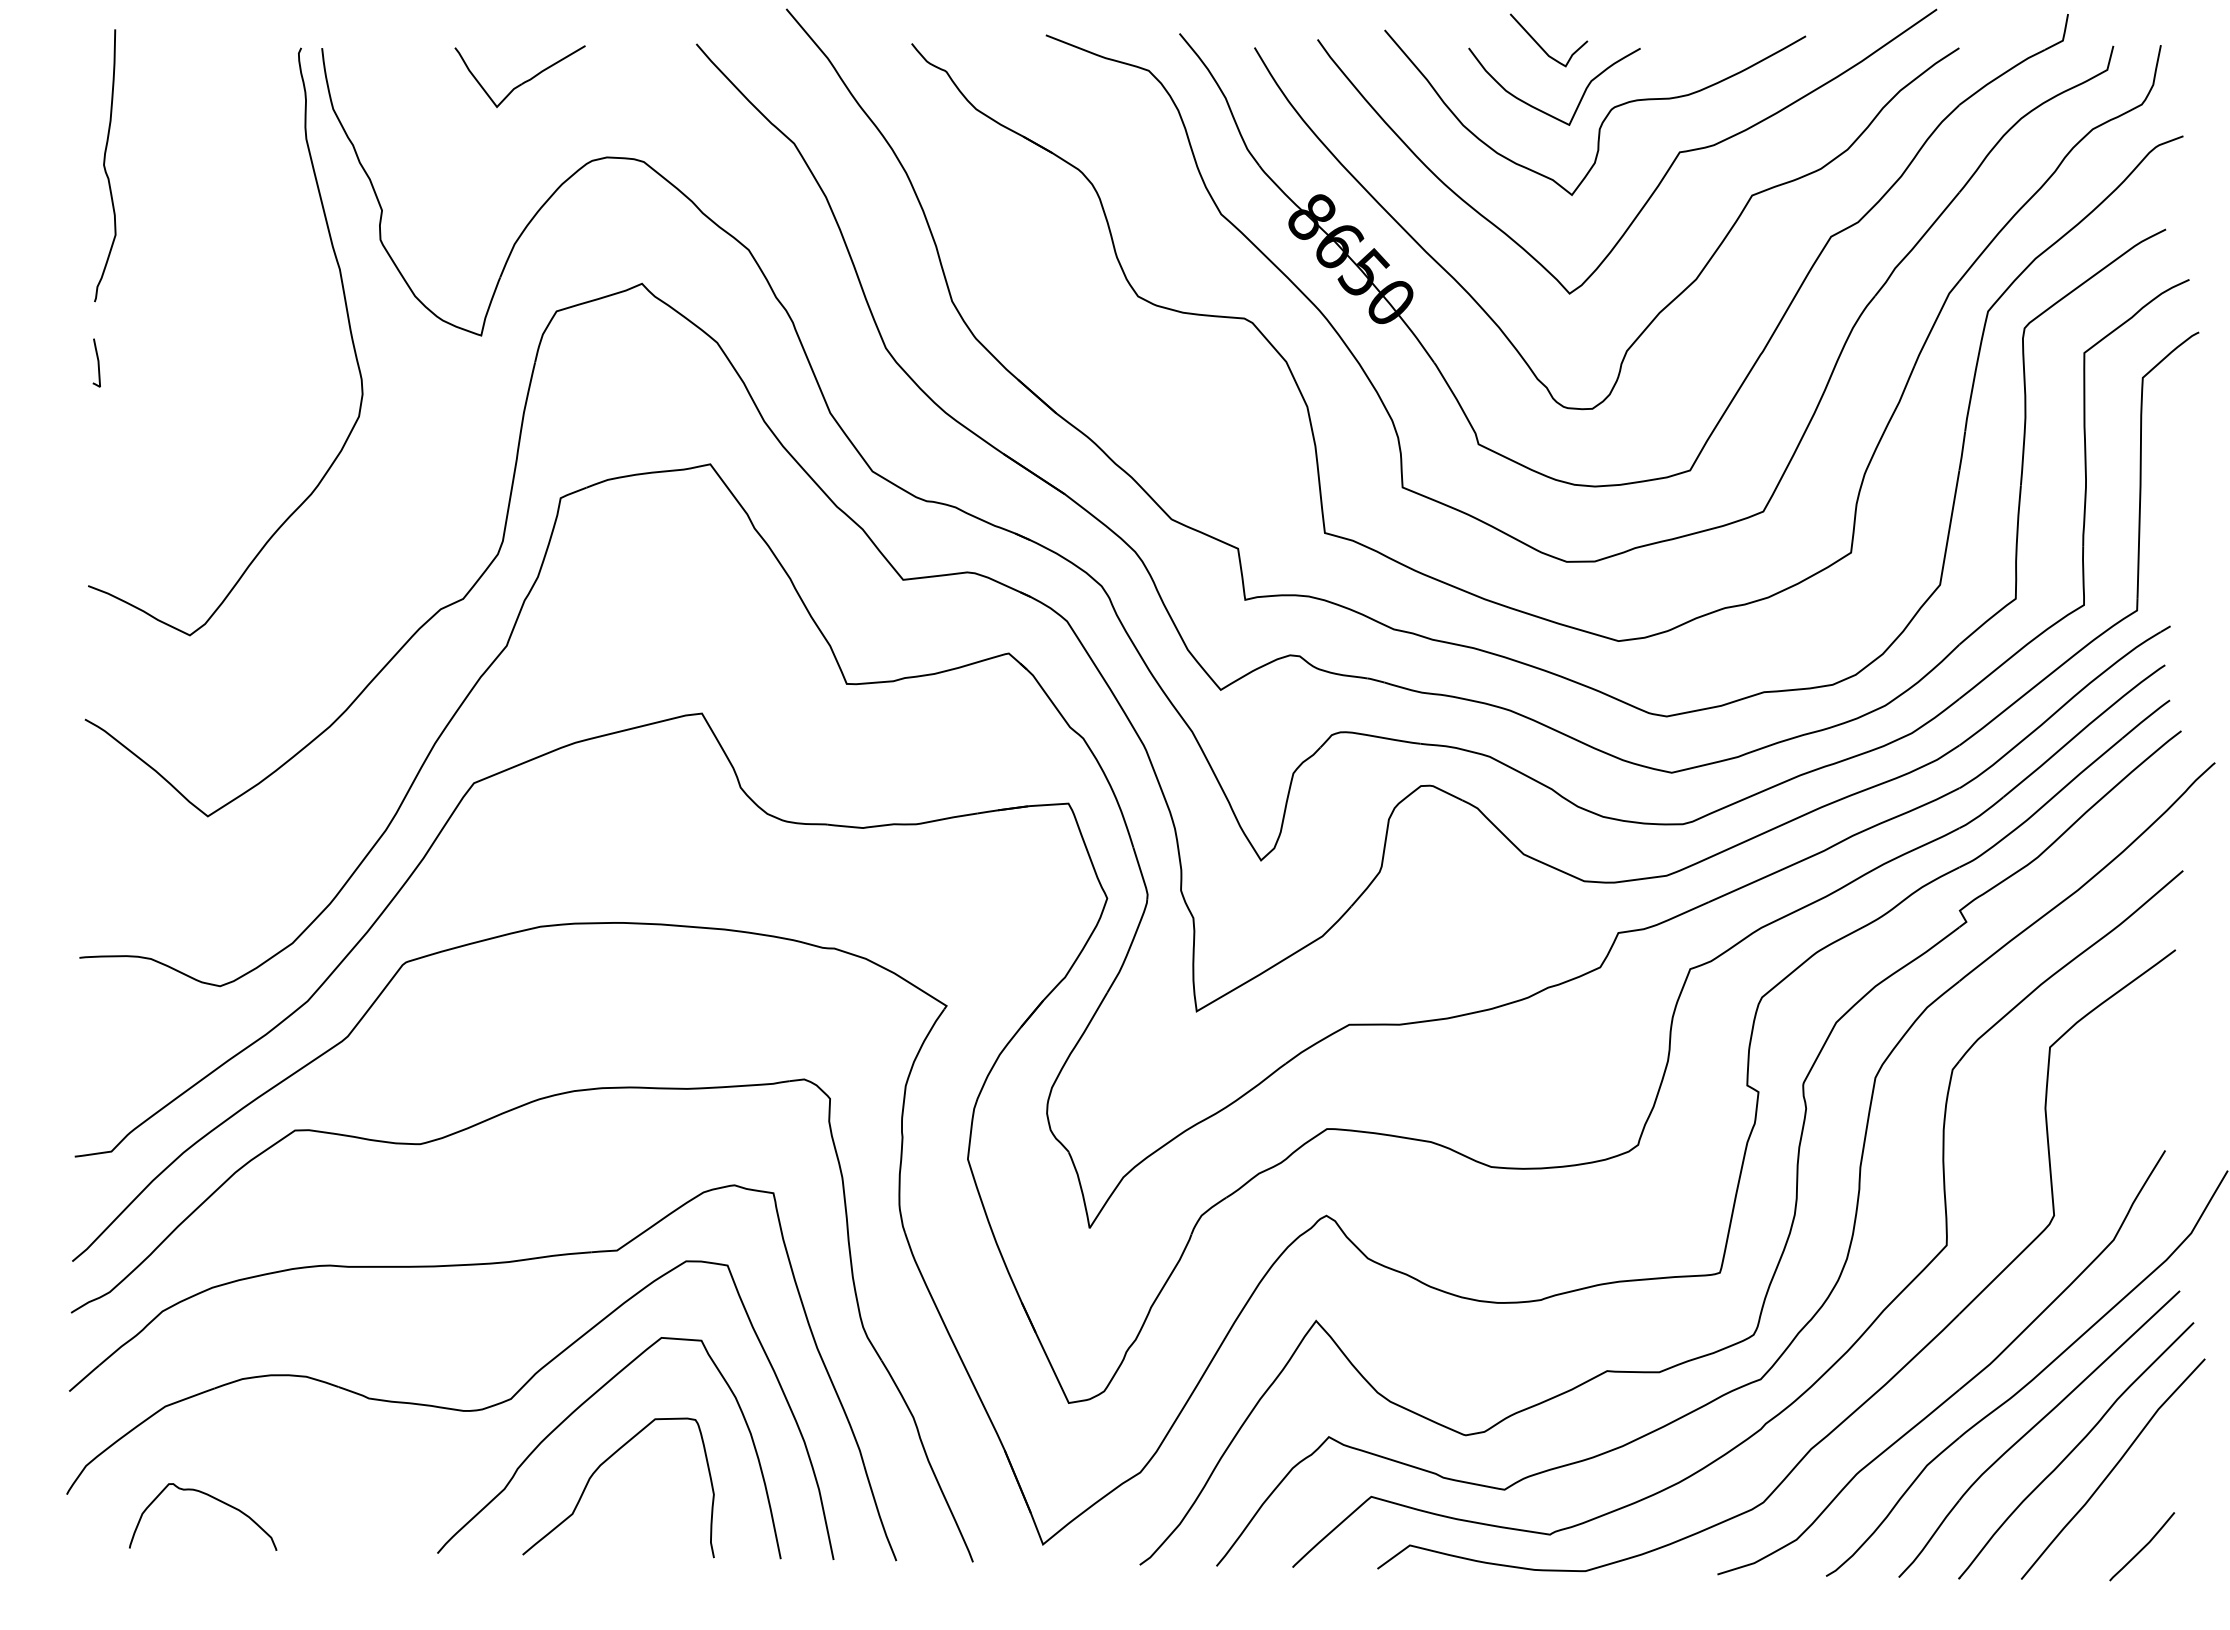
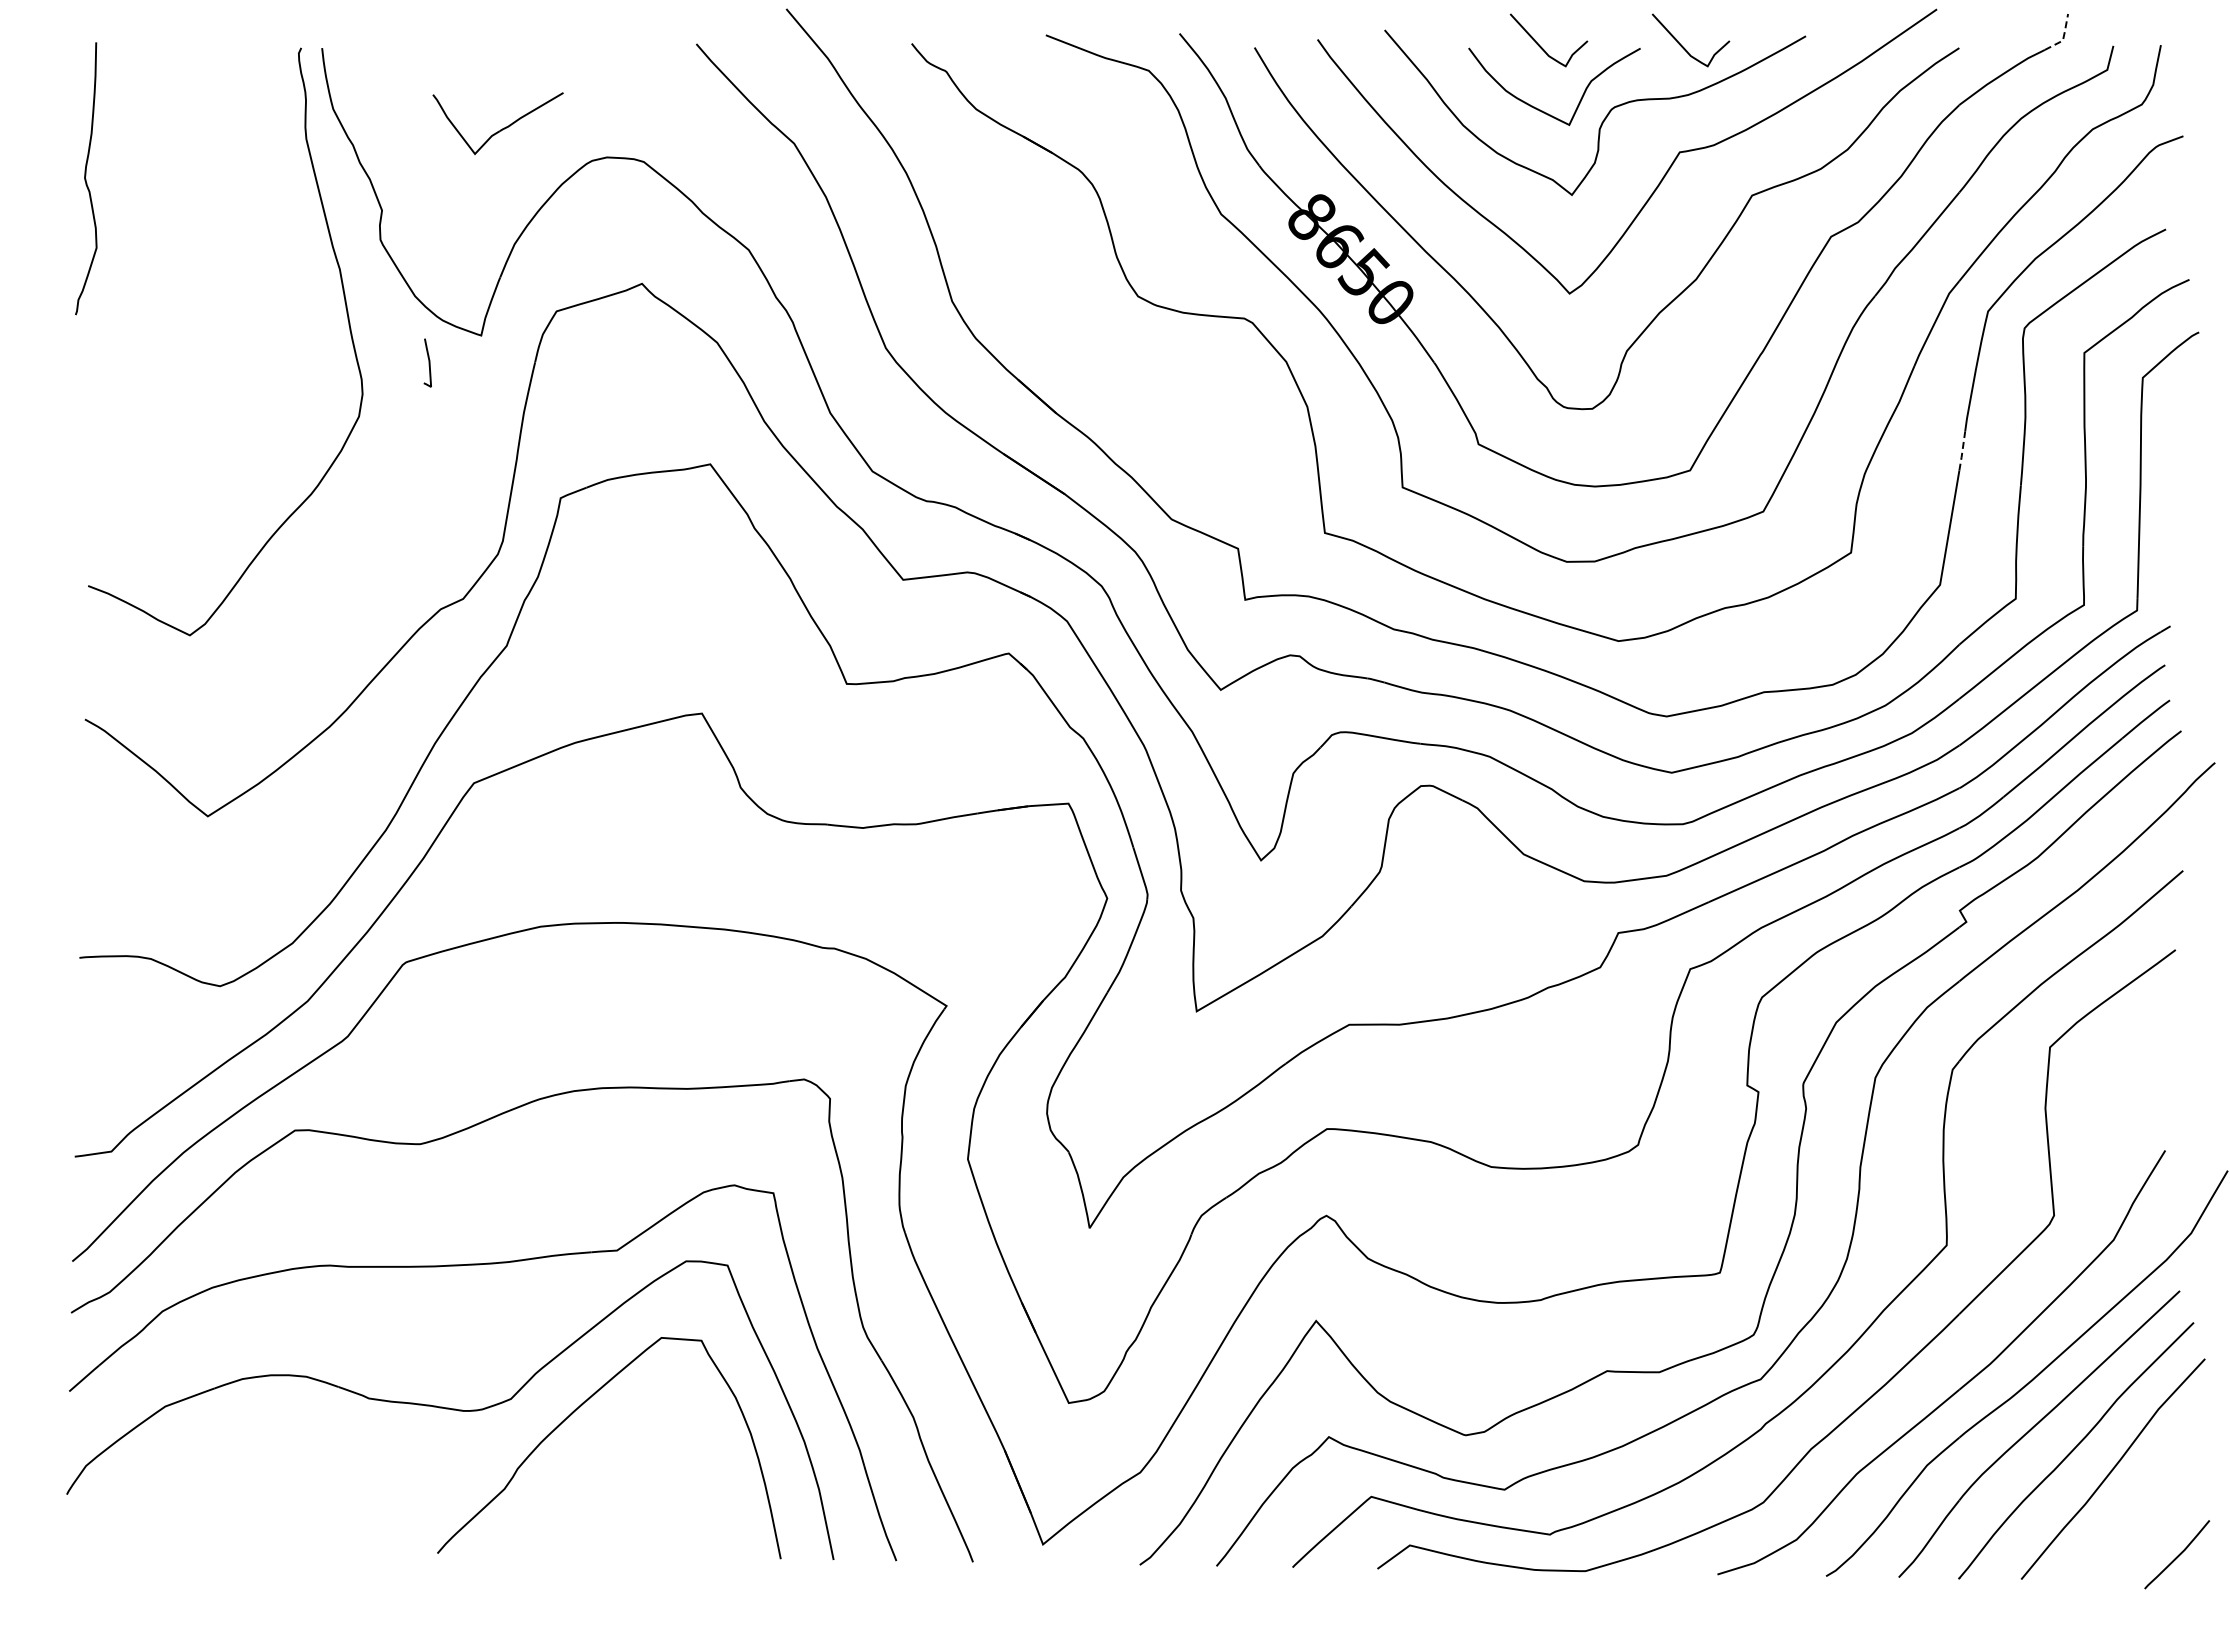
line at (2063, 36): solid -> dashed
curve at (1683, 46): none -> present
part at (522, 82) position: (522, 82) -> (500, 129)
curve at (104, 165) position: (104, 165) -> (85, 178)
curve at (97, 362) position: (97, 362) -> (428, 362)
line at (1962, 451): solid -> dashed
curve at (598, 1469): present -> none
curve at (212, 1498): present -> none
curve at (2143, 1546) position: (2143, 1546) -> (2178, 1554)
